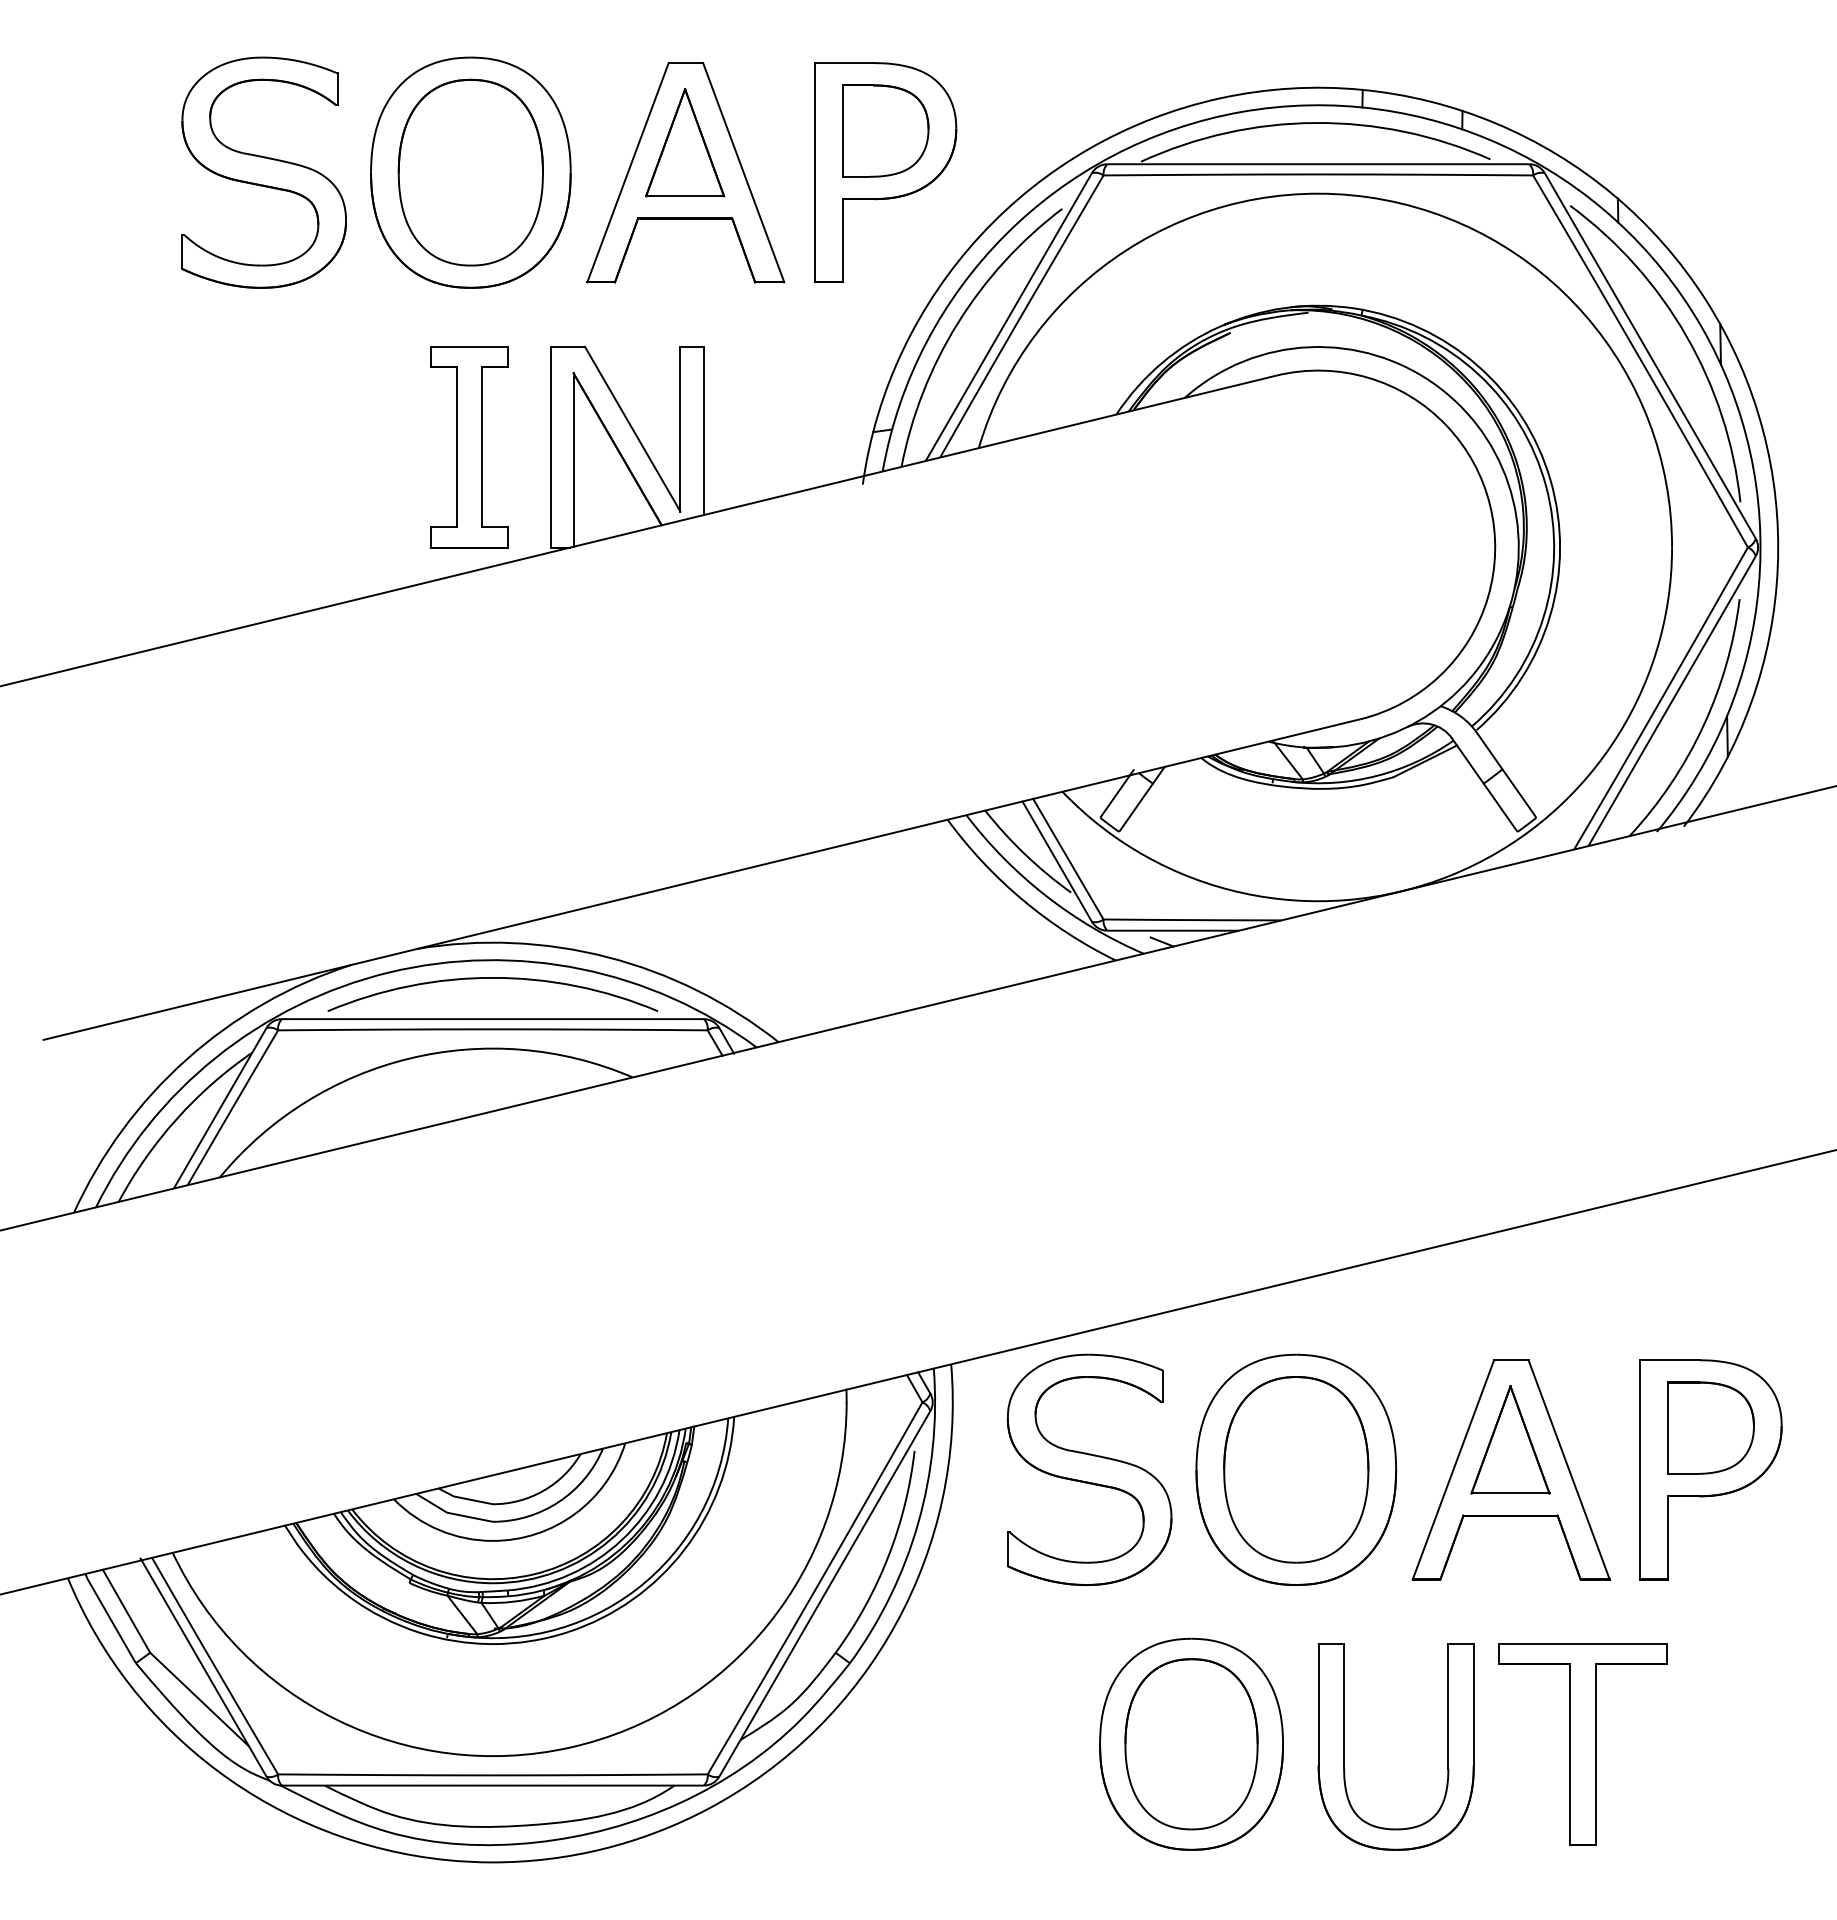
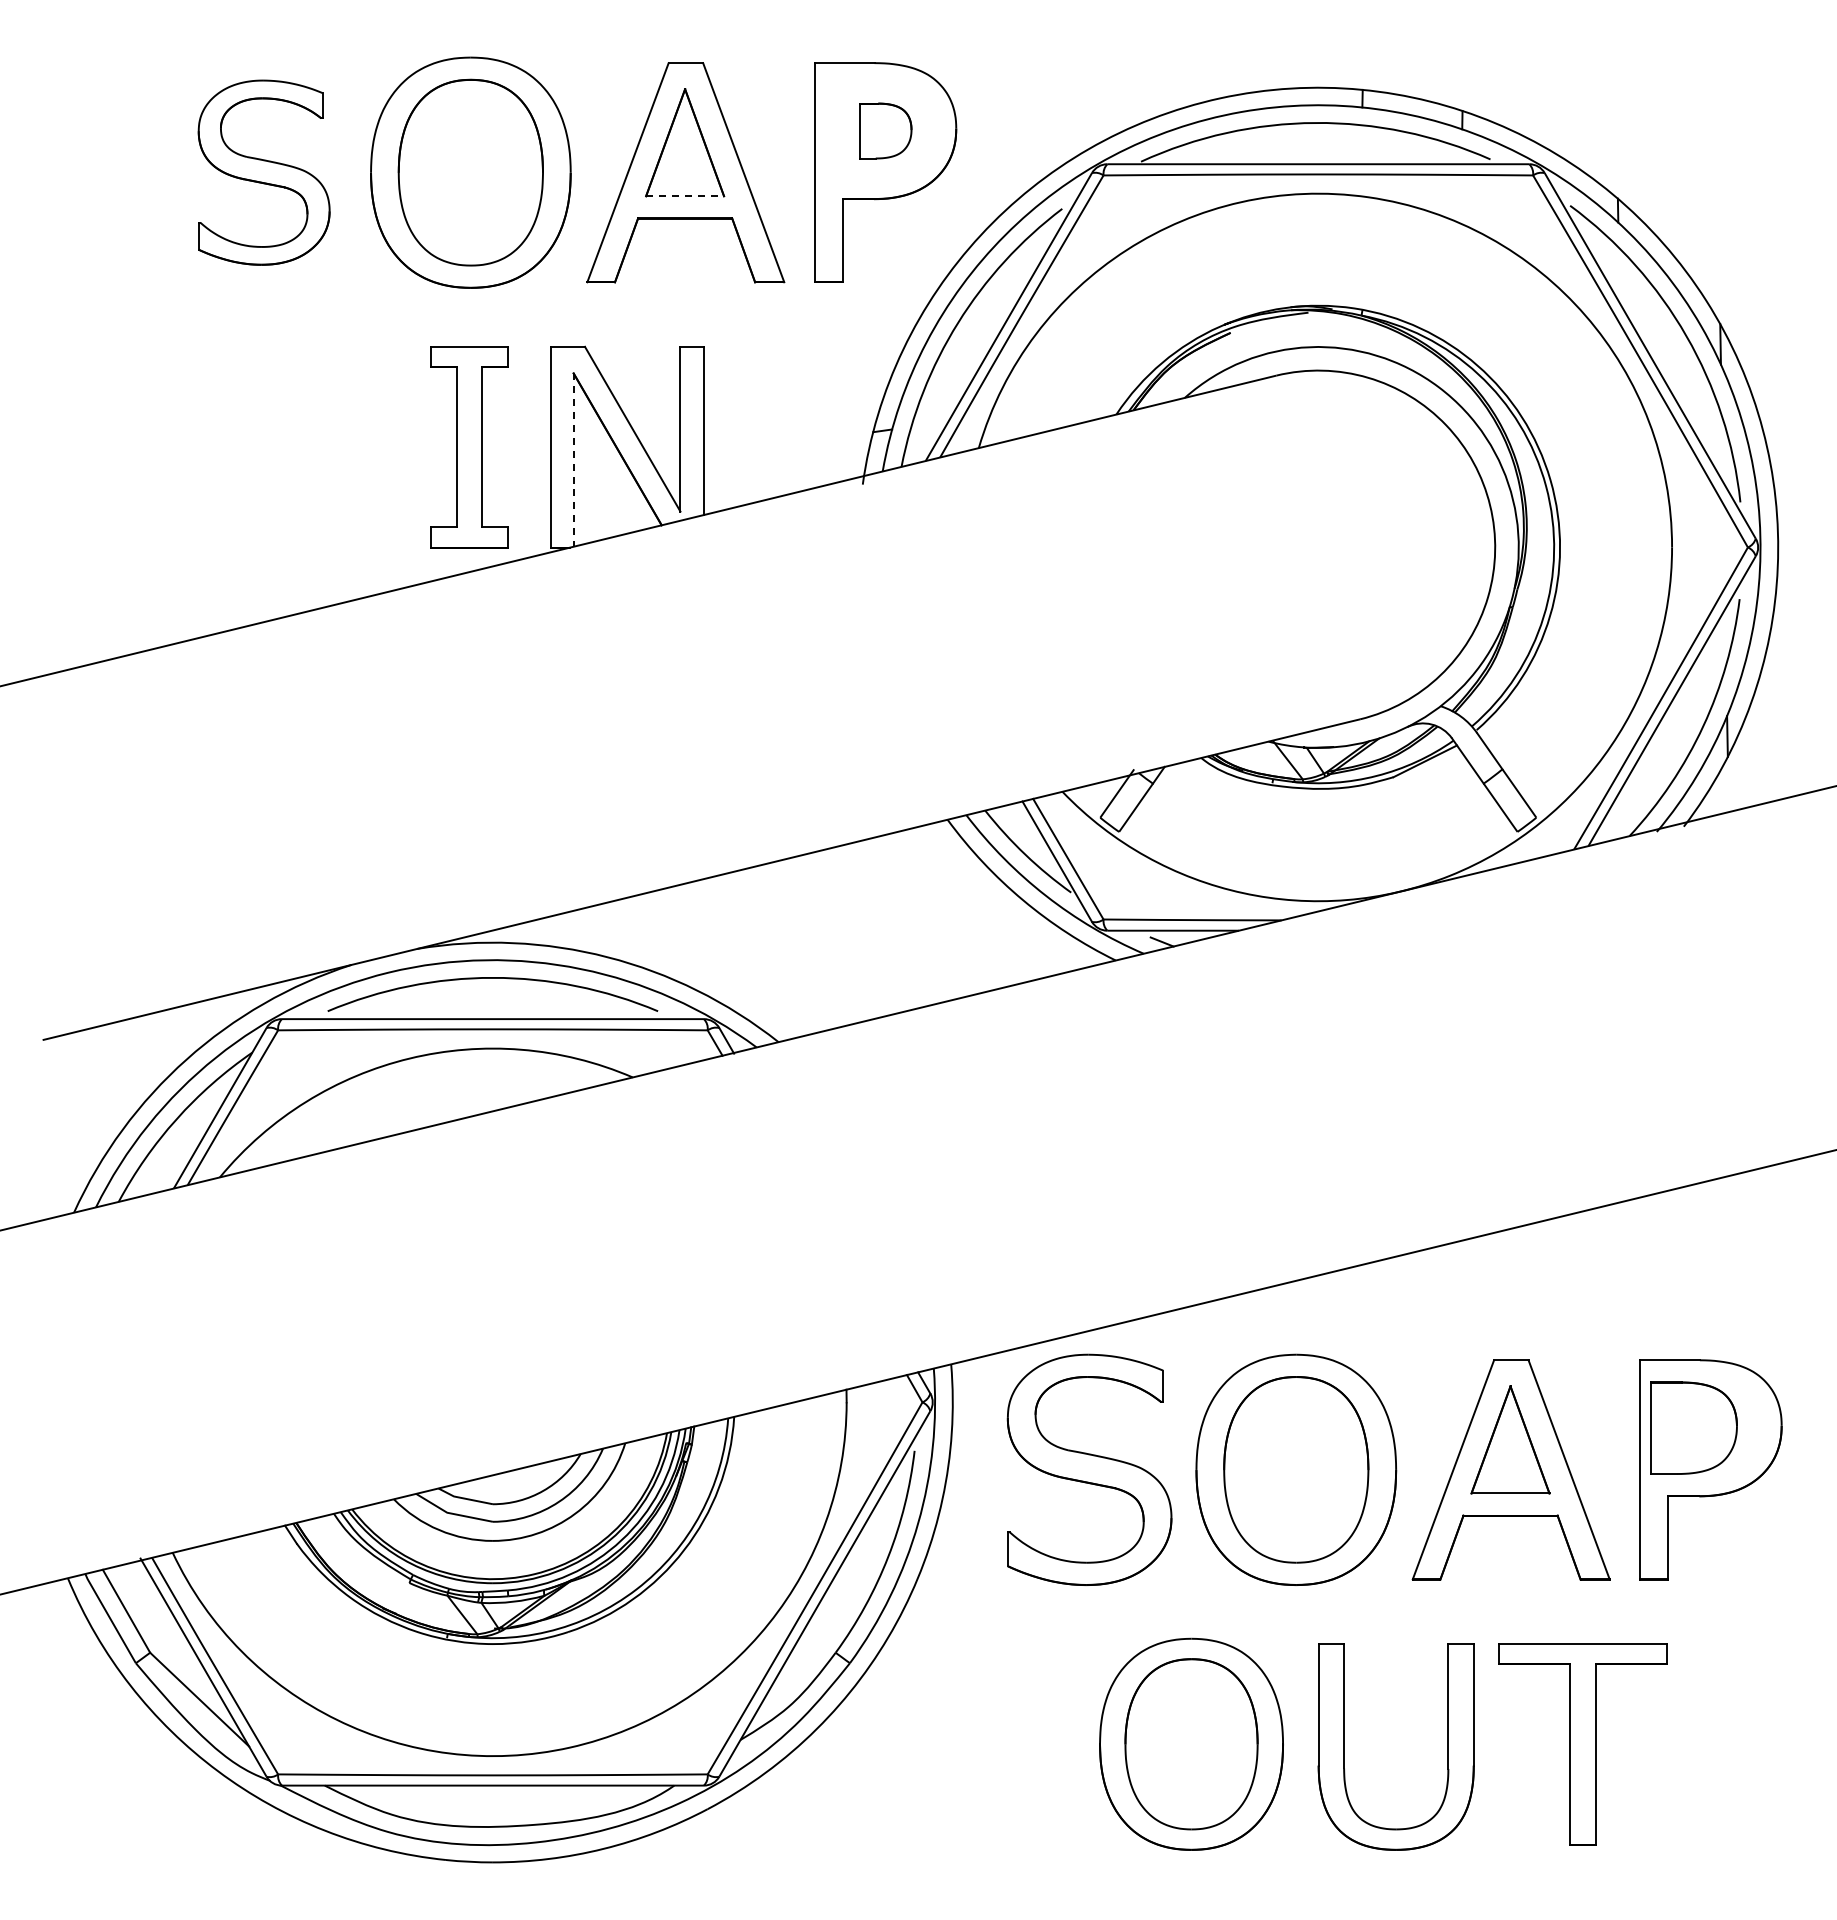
part at (885, 130) size: 88x94 px -> 54x58 px
part at (263, 172) size: 166x233 px -> 134x187 px
line at (685, 196): solid -> dashed
line at (573, 460): solid -> dashed
part at (1710, 1427) position: (1710, 1427) -> (1693, 1427)
